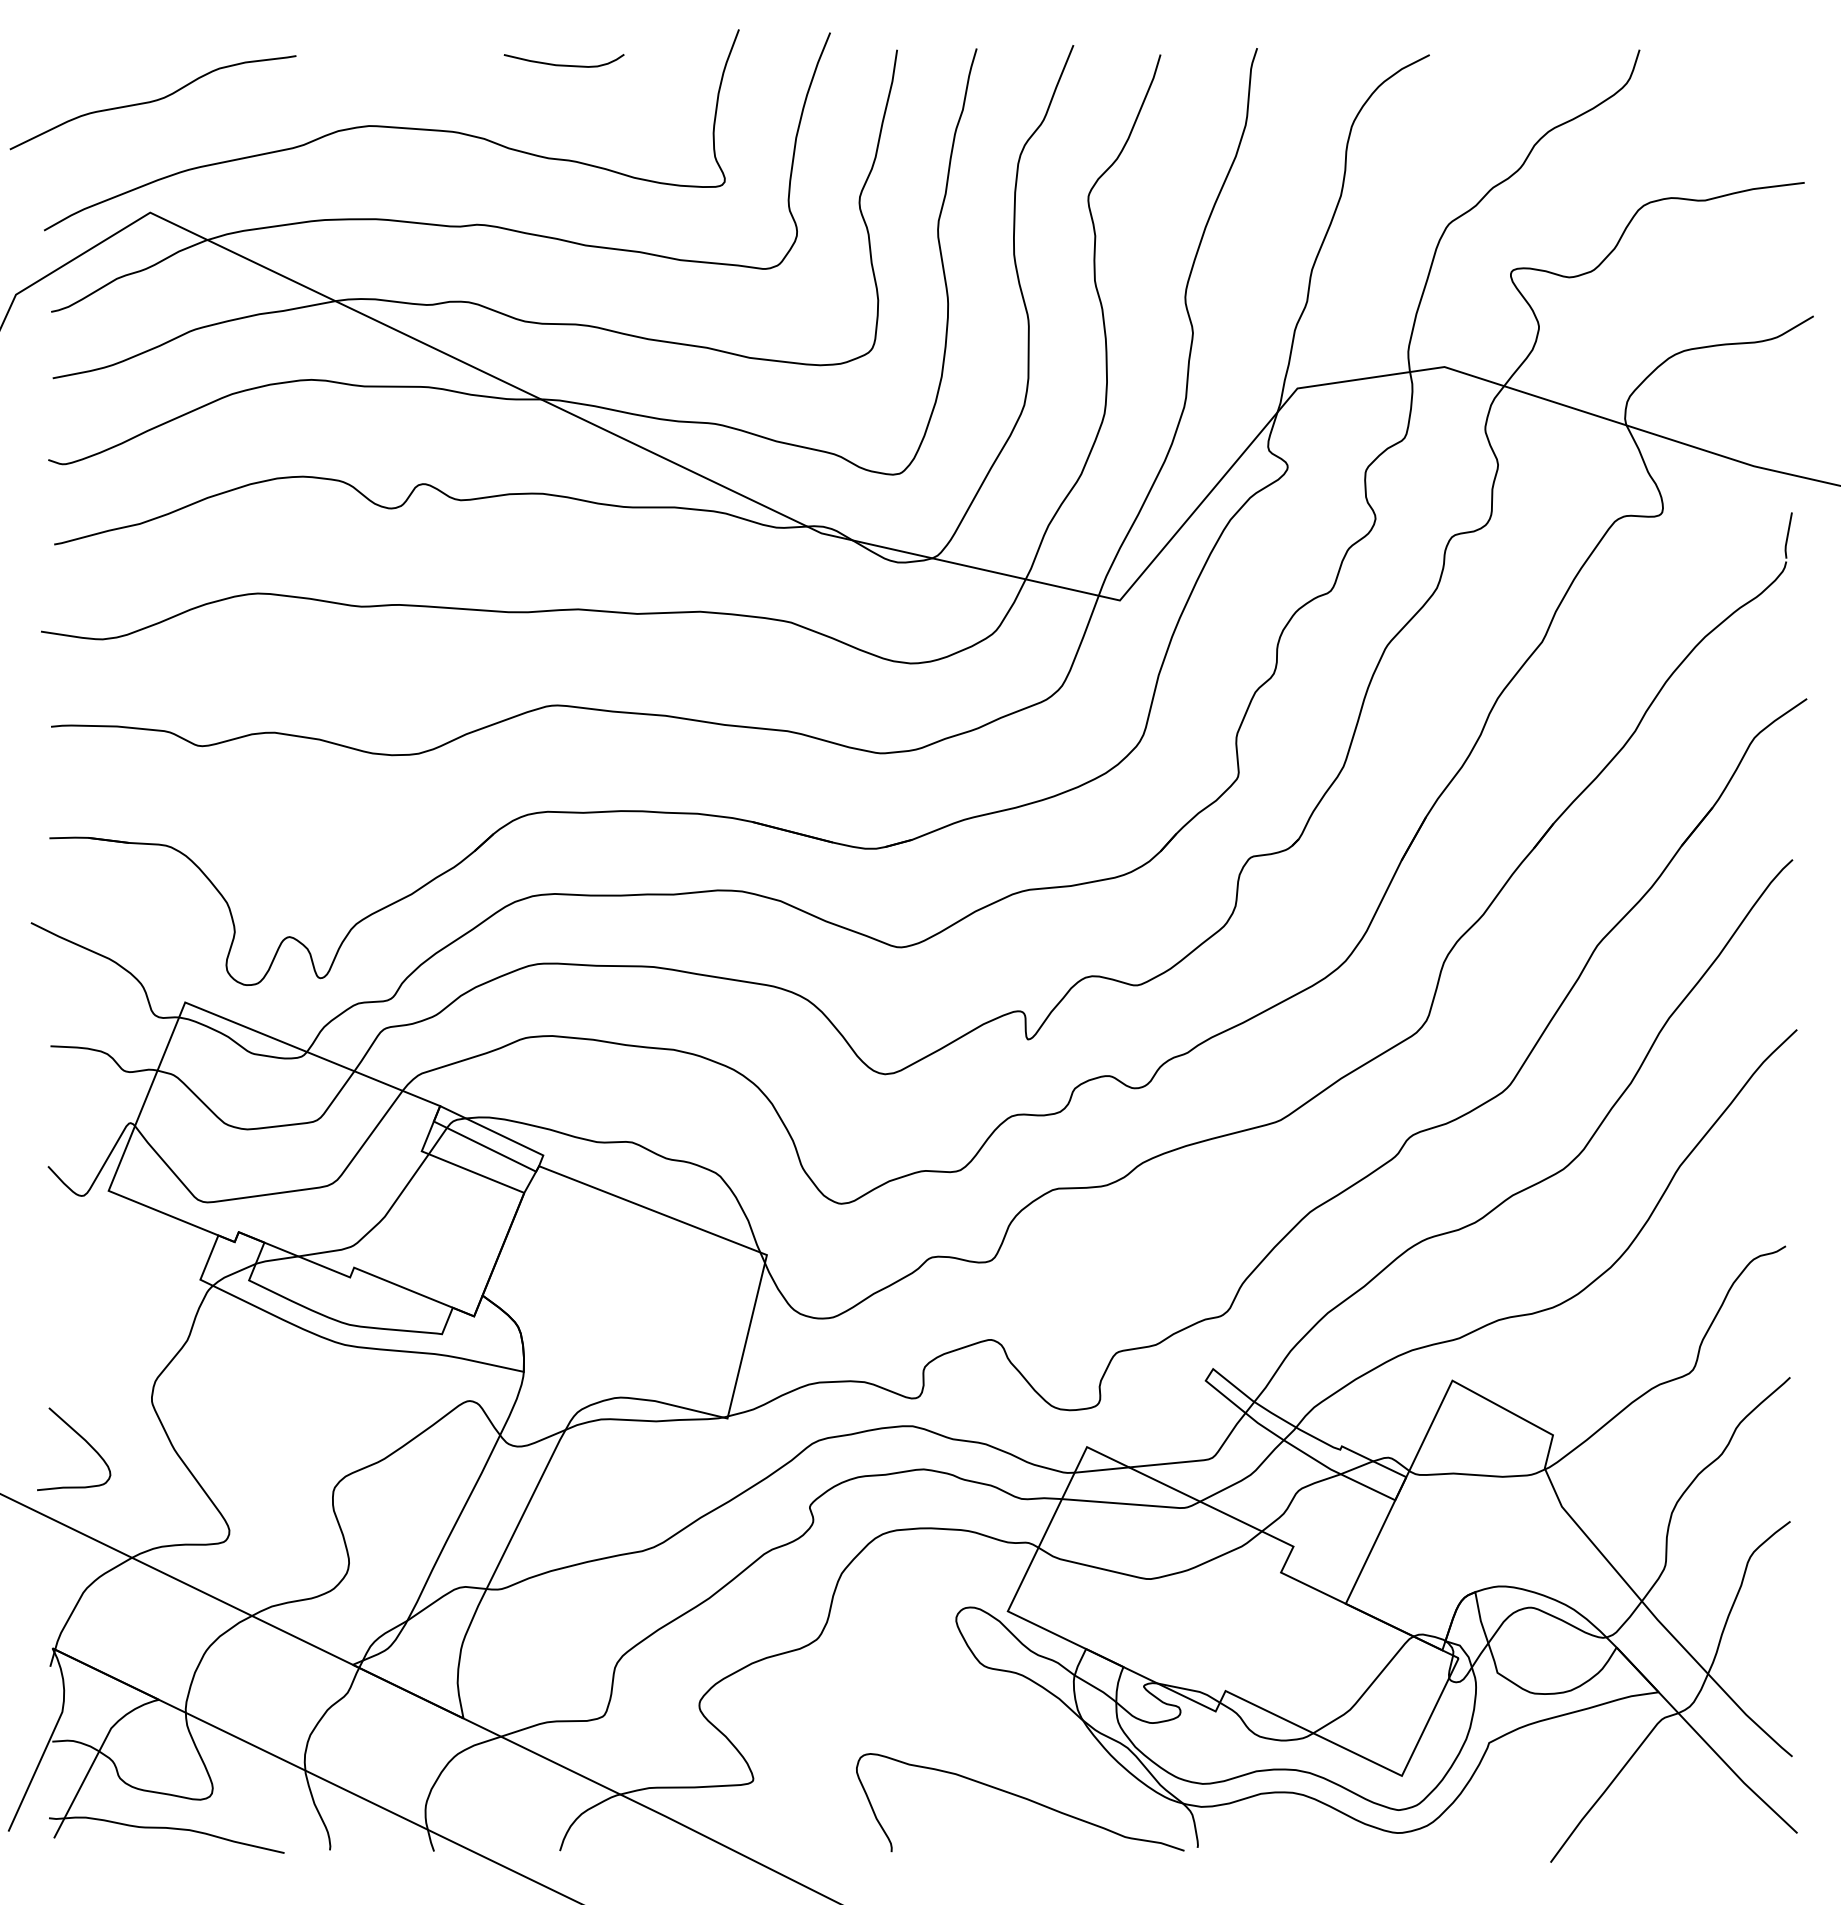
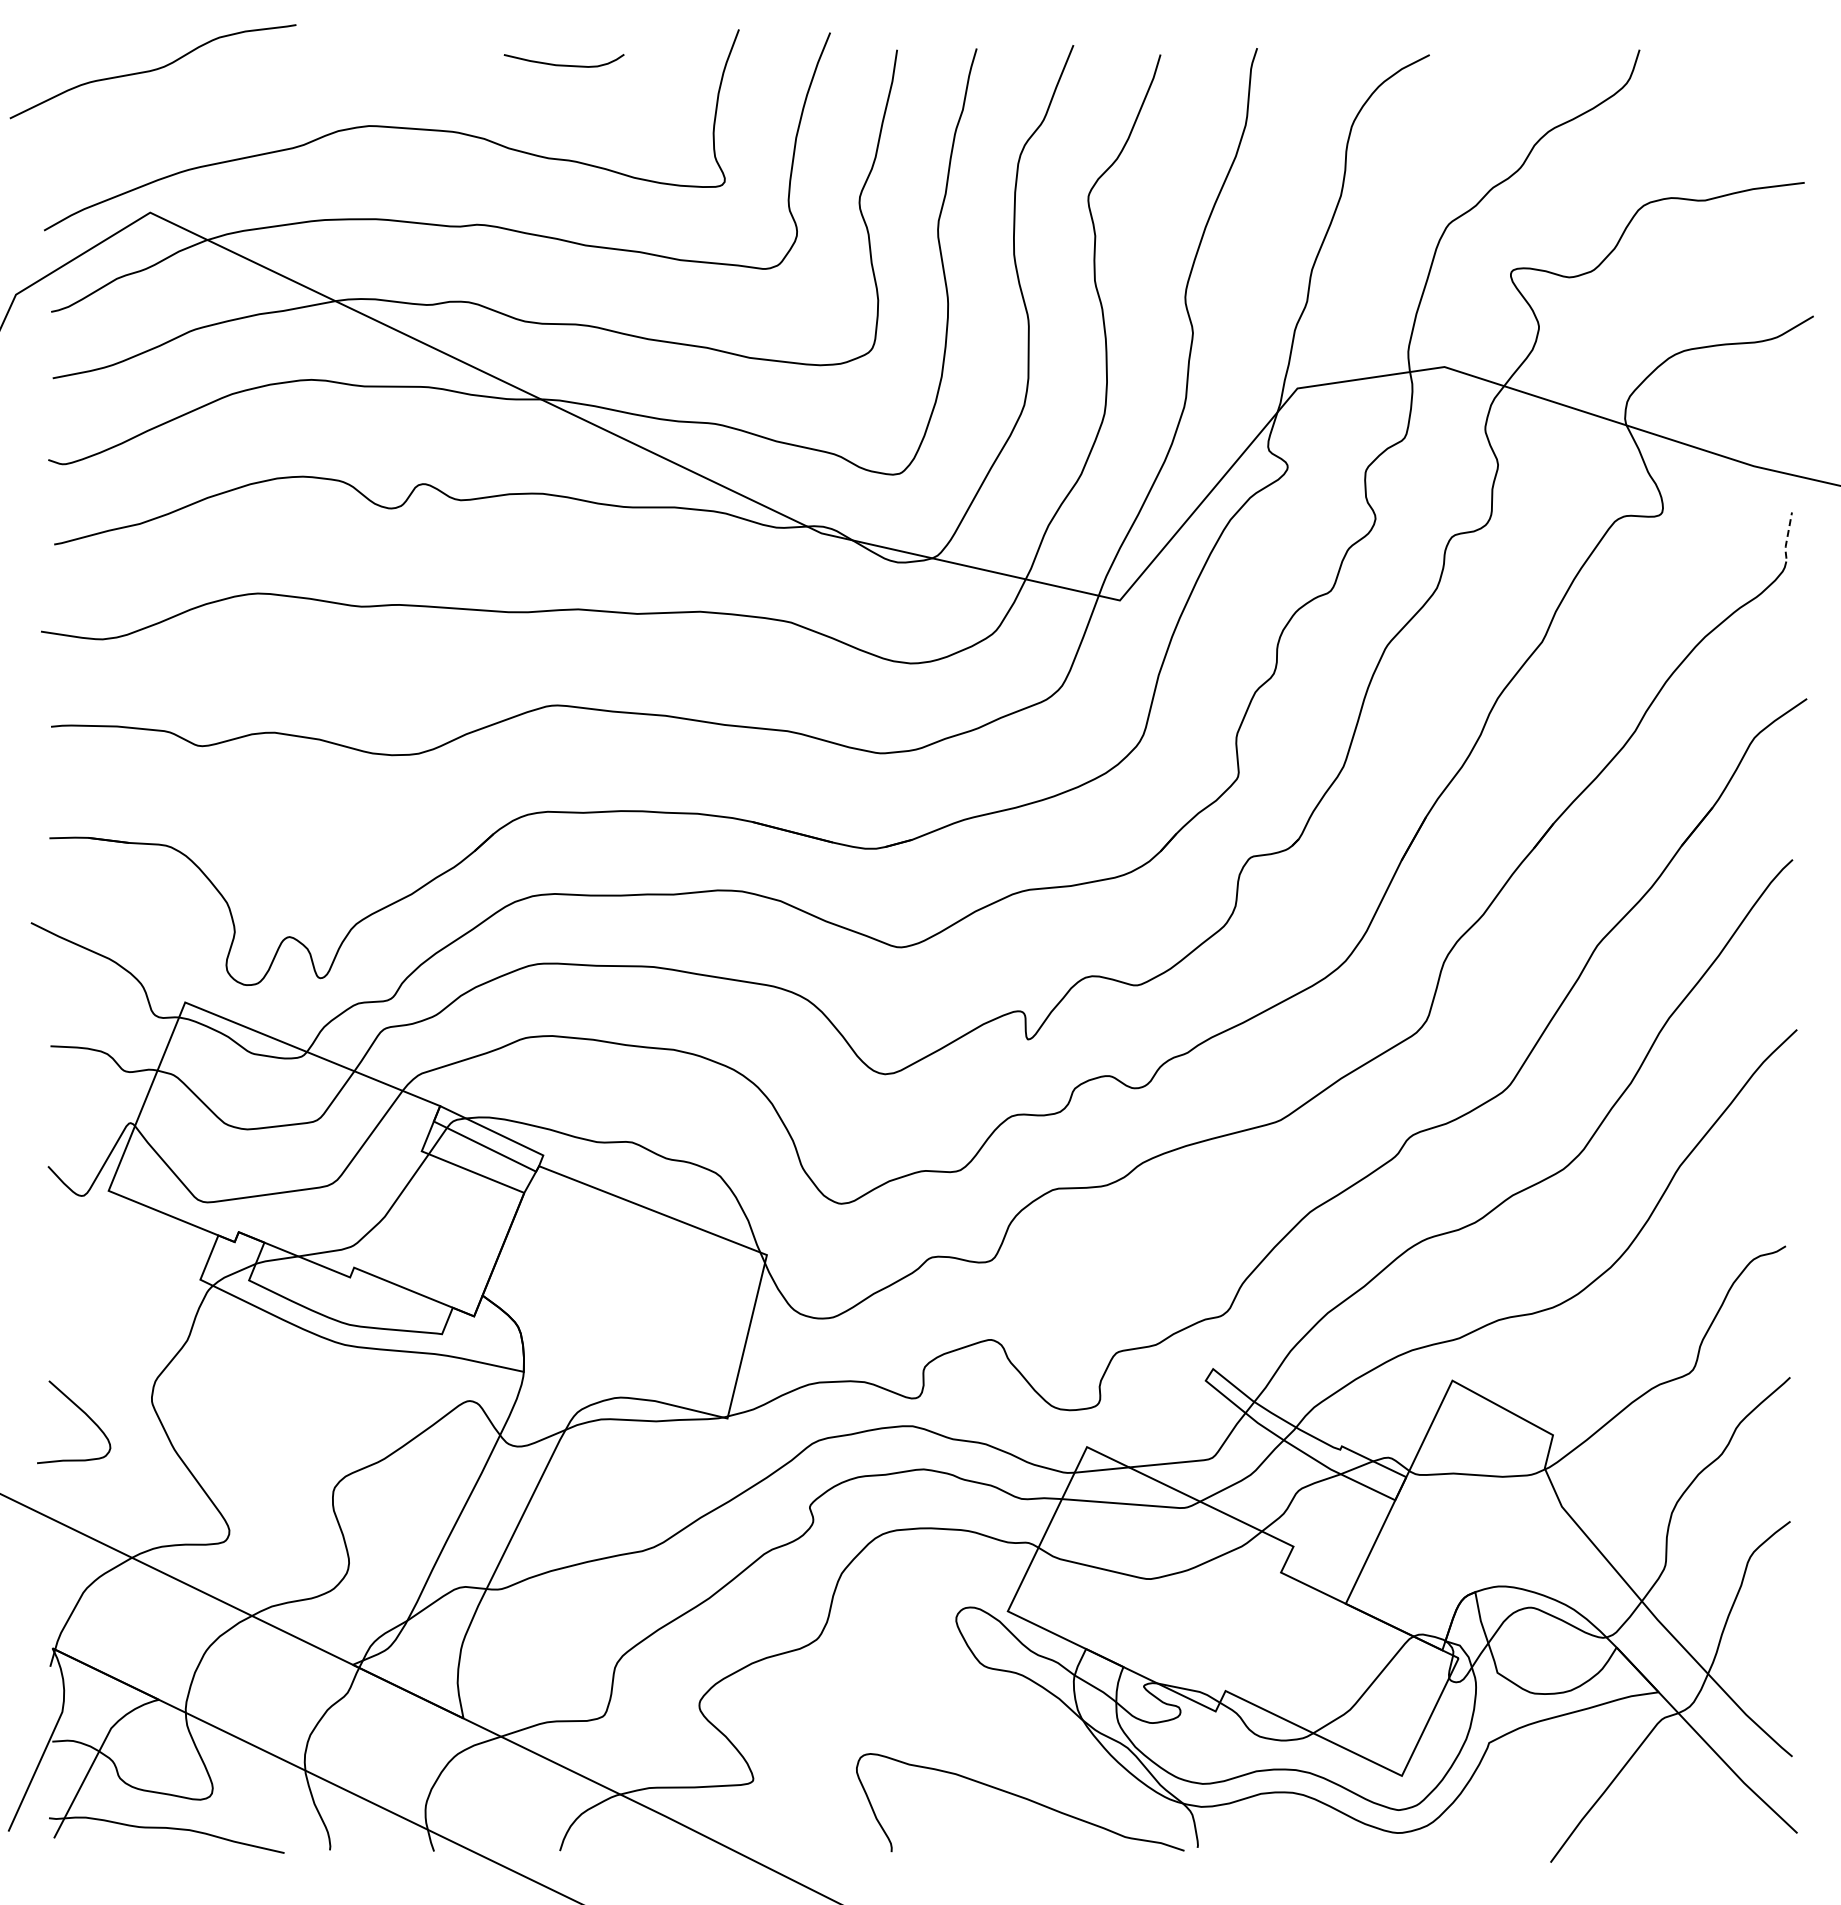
curve at (152, 102) position: (152, 102) -> (152, 71)
line at (1787, 536): solid -> dashed
curve at (82, 1439) position: (82, 1439) -> (82, 1412)
